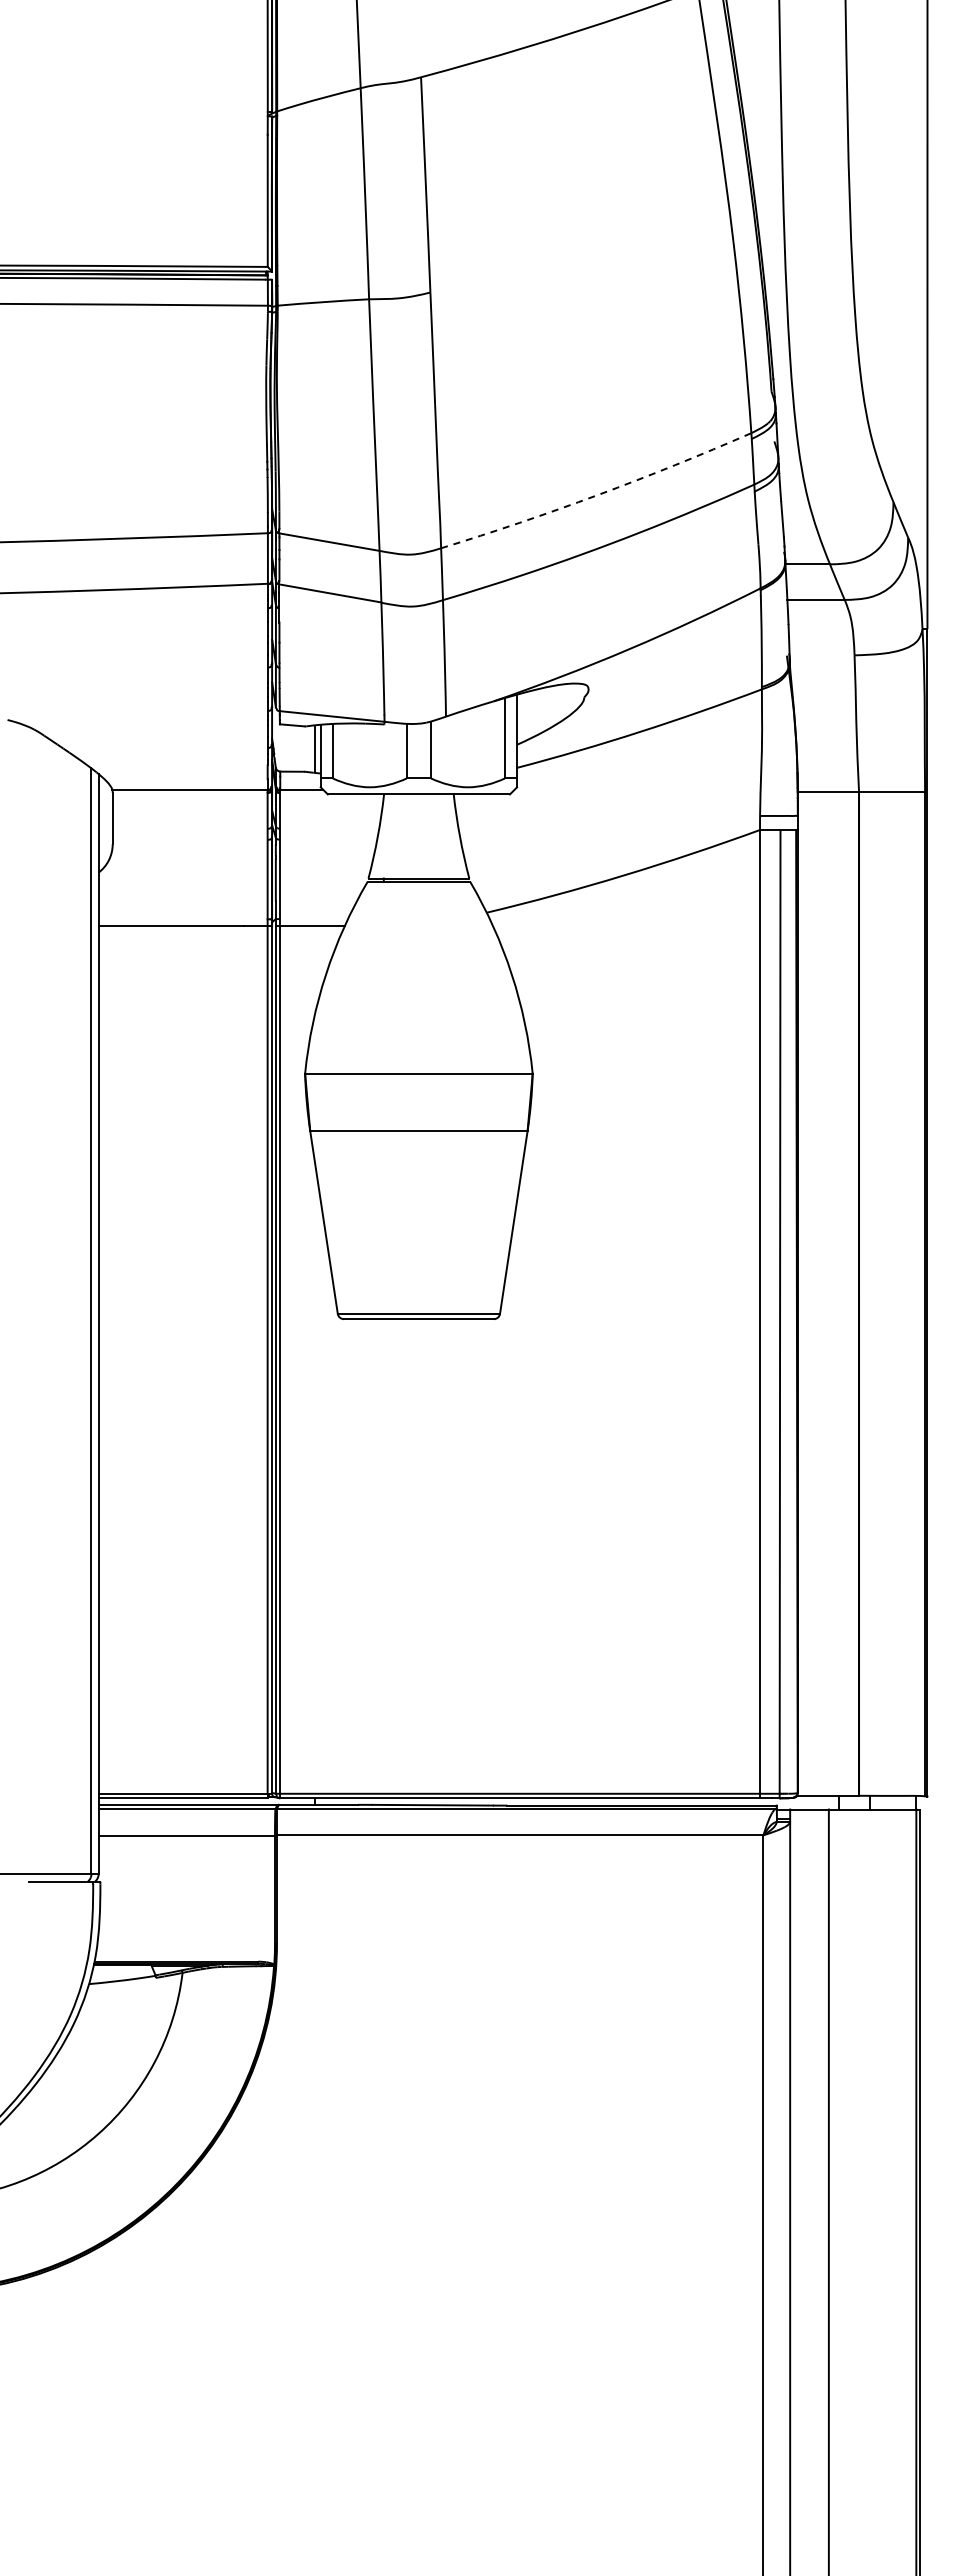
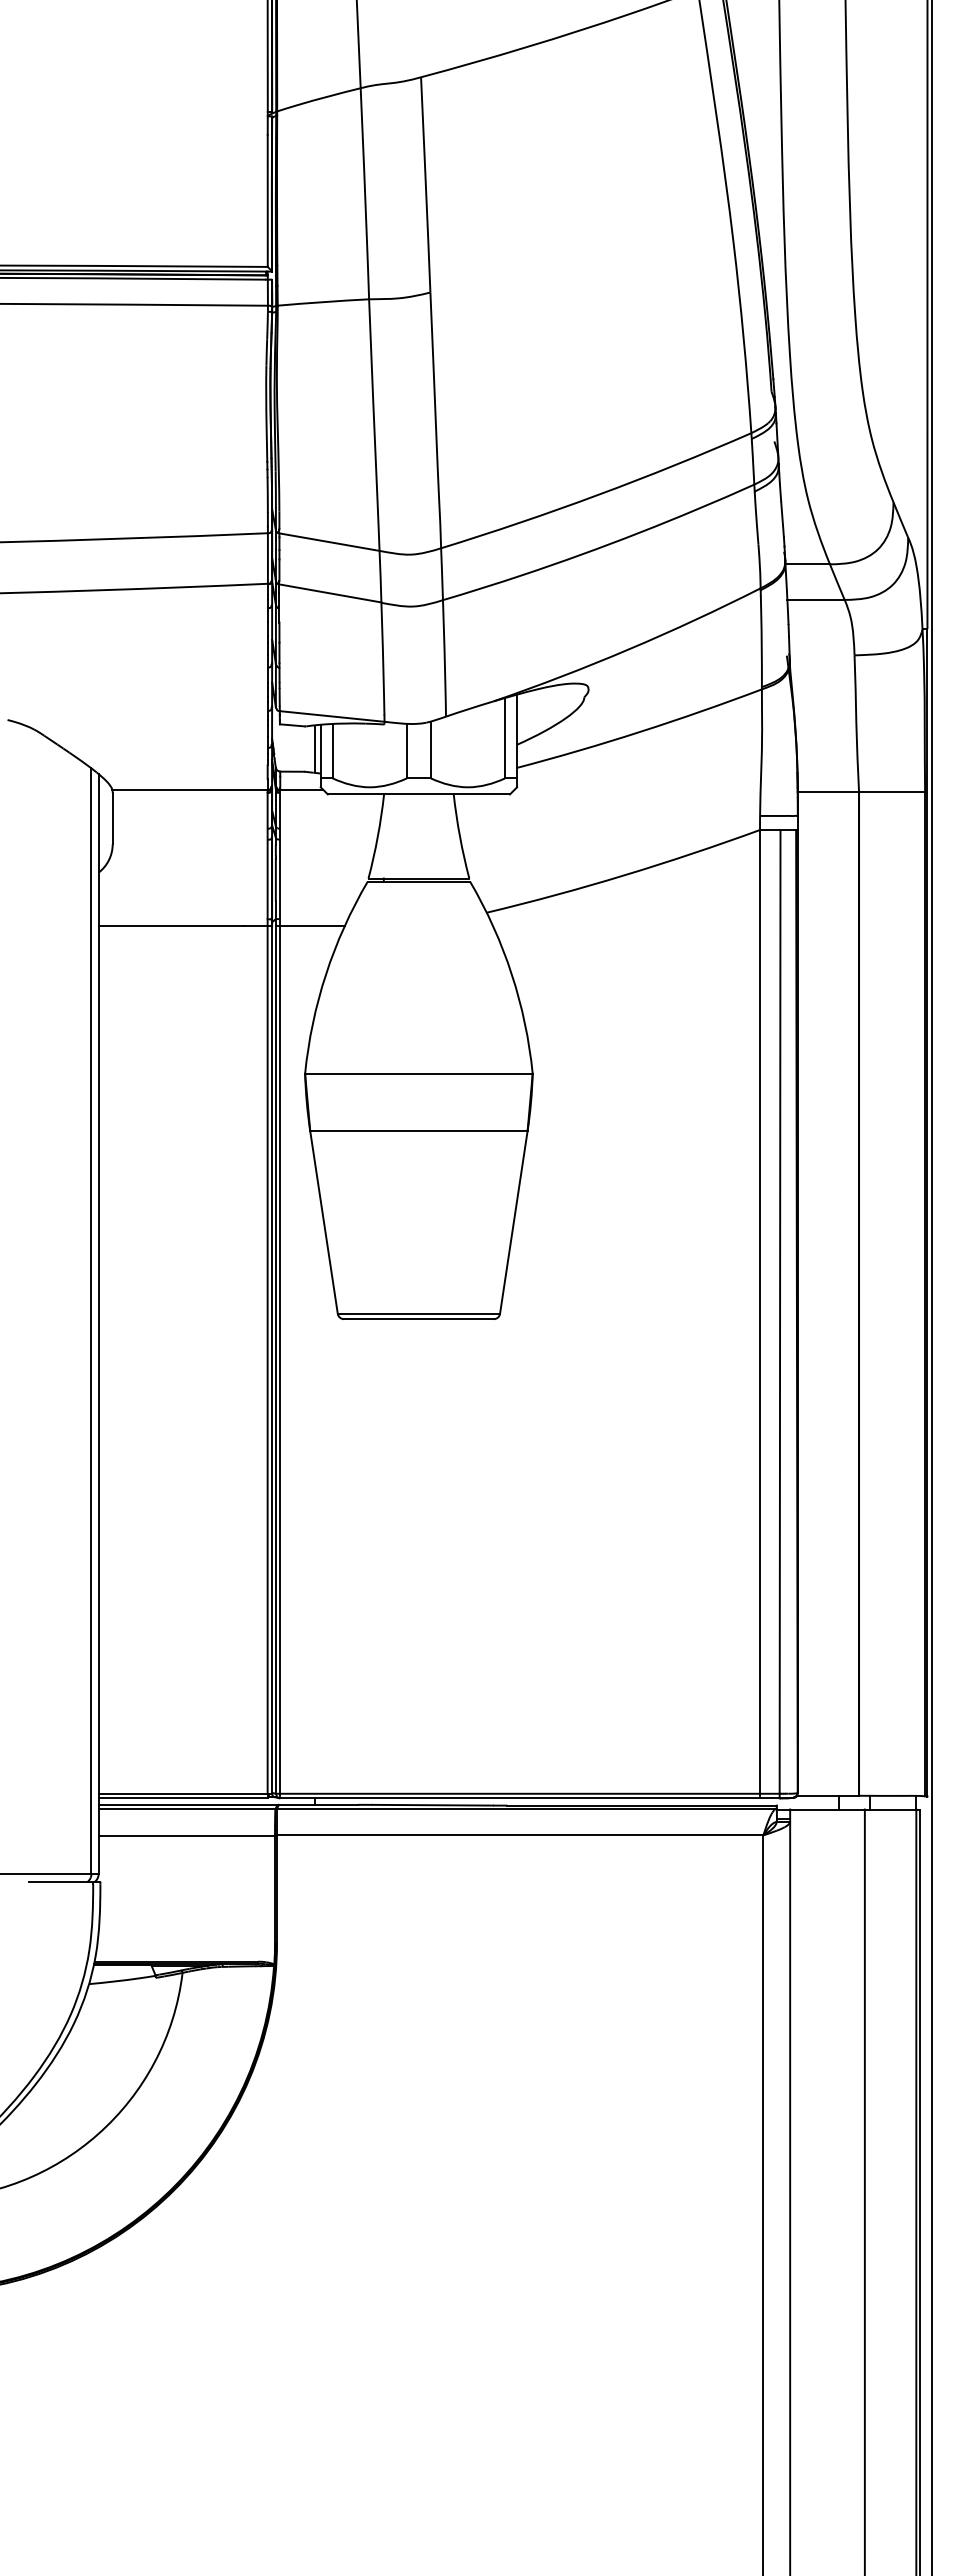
arc at (597, 495): dashed -> solid
line at (932, 1287): none -> present
line at (828, 2190) position: (828, 2190) -> (864, 2190)
